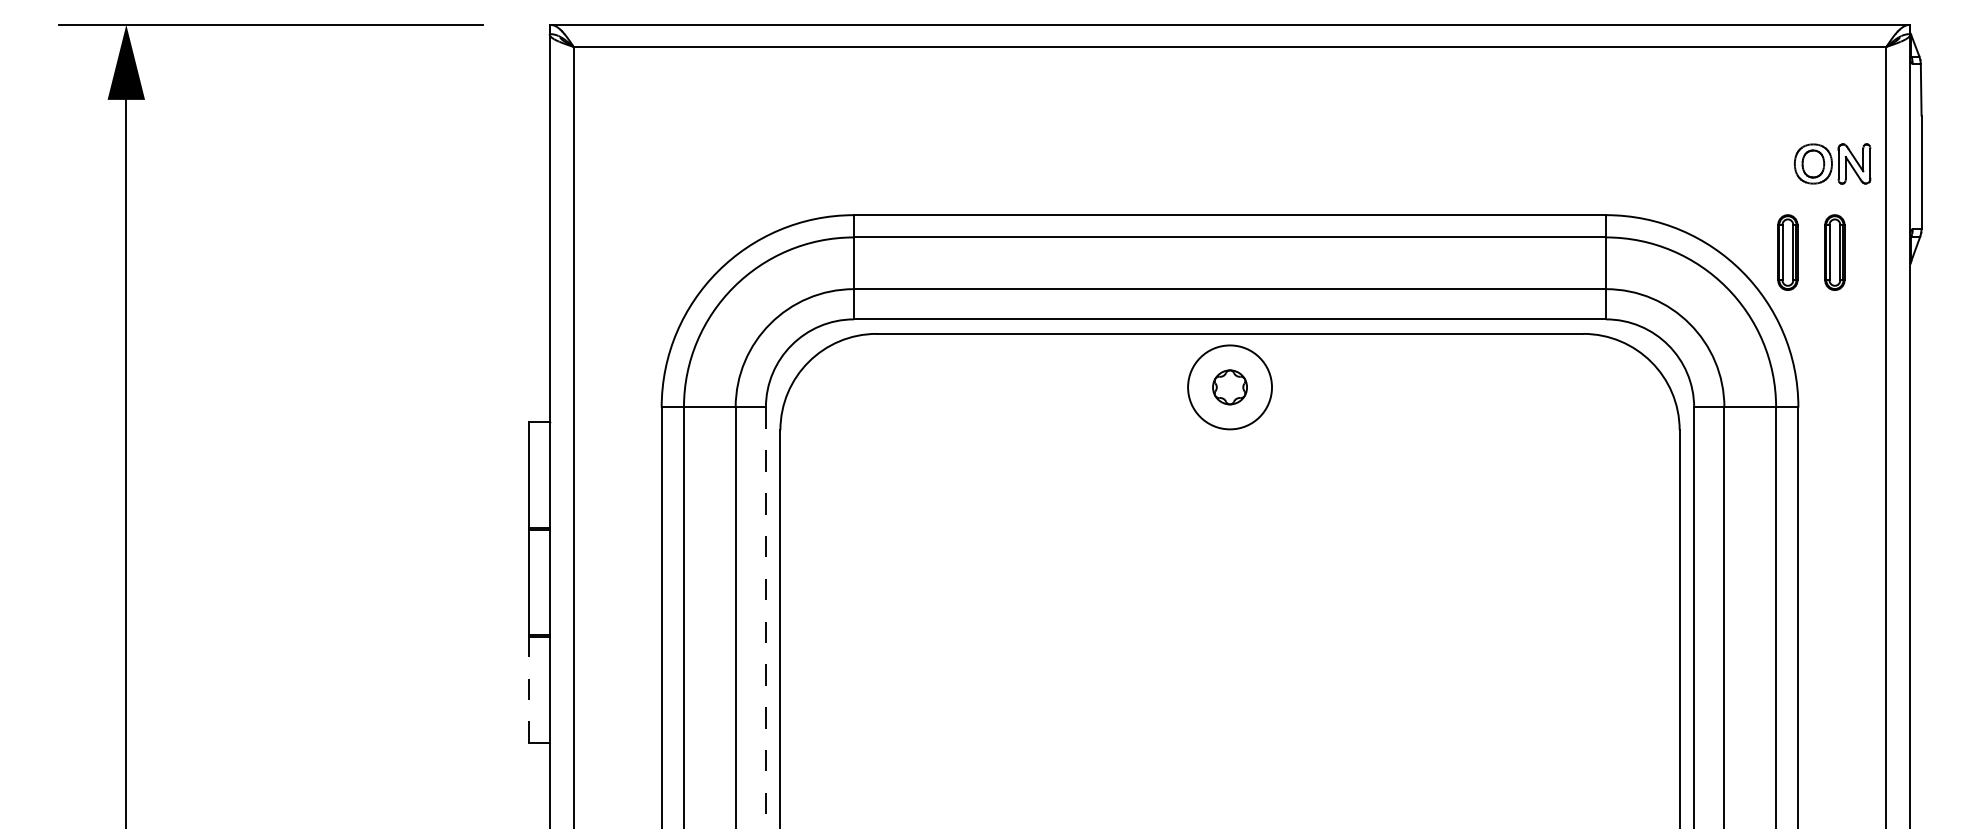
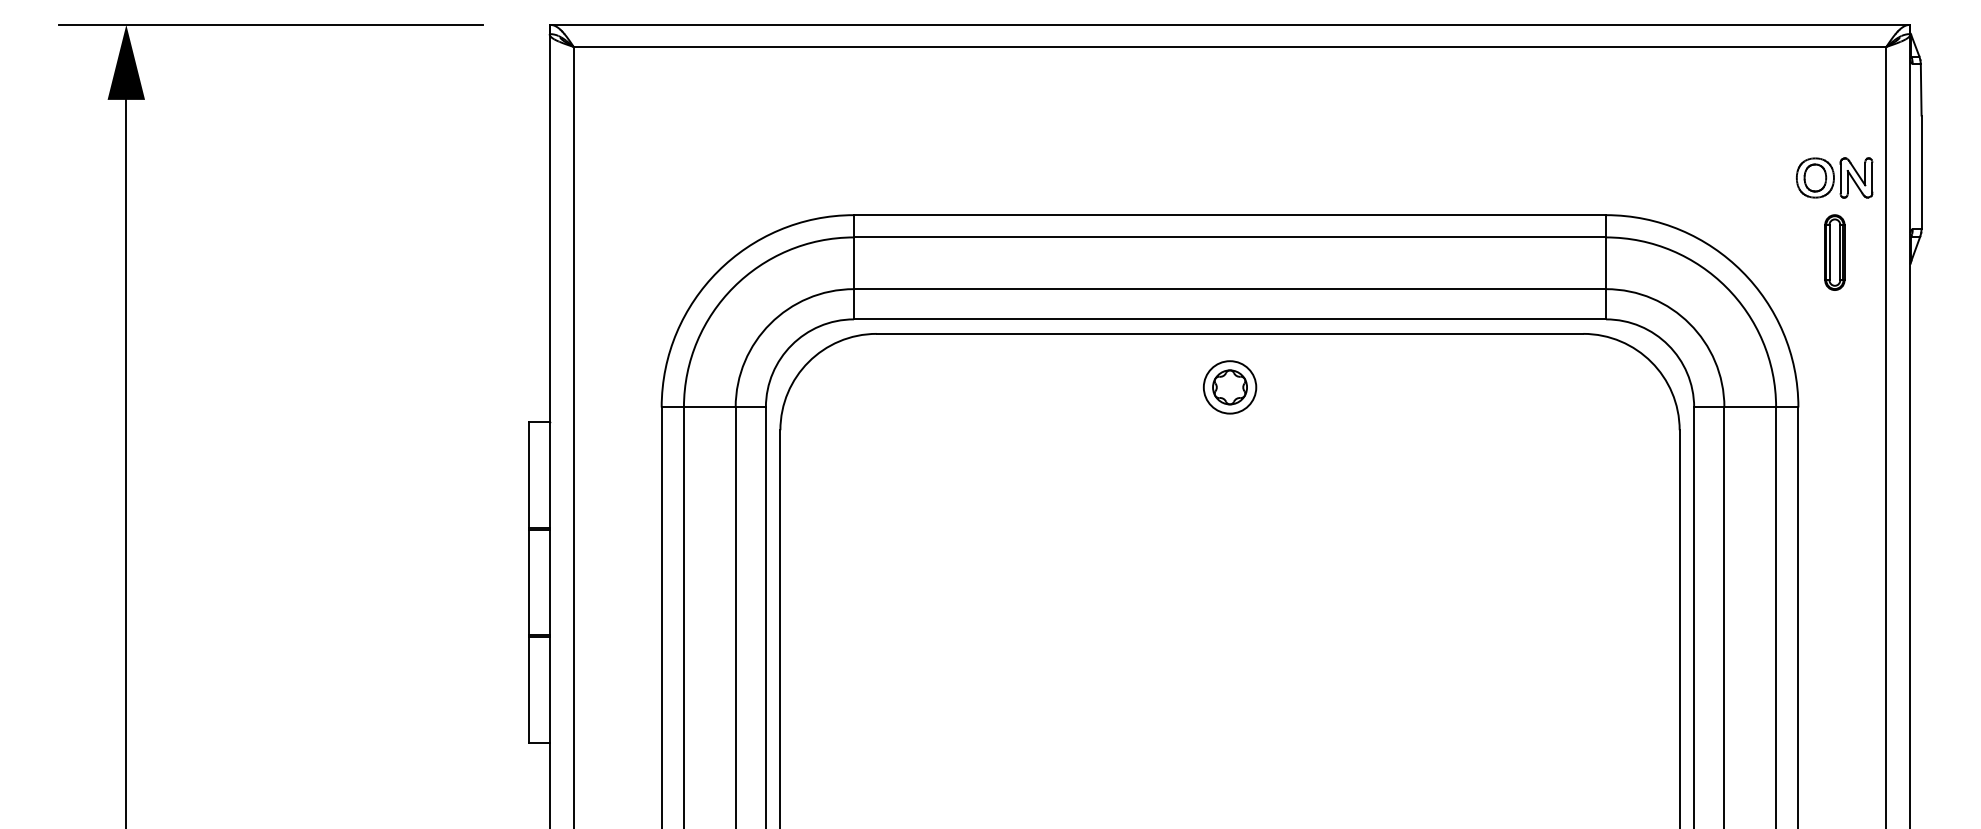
part at (1832, 163) position: (1832, 163) -> (1834, 177)
part at (1787, 252): present -> none
circle at (1230, 387) diameter: 84 px -> 52 px
line at (765, 618): dashed -> solid
line at (529, 689): dashed -> solid
